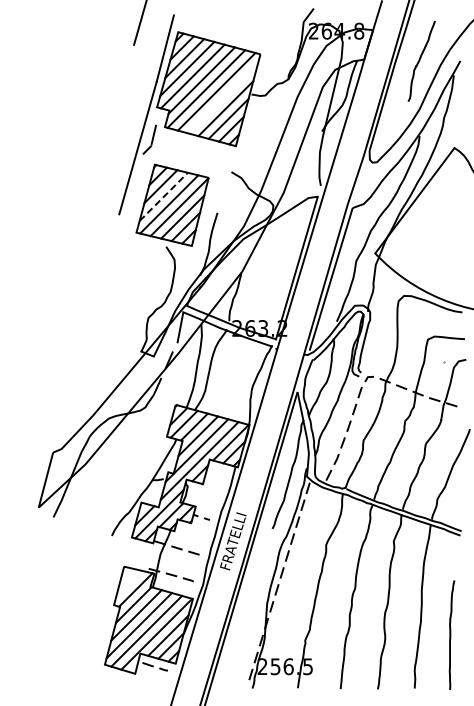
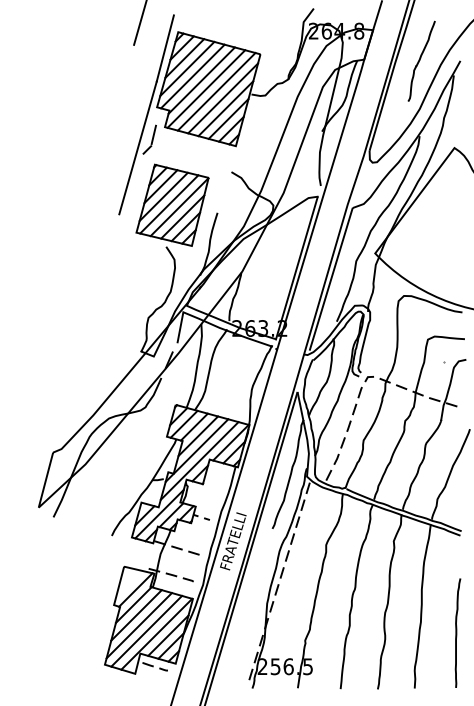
line at (223, 98): none -> present
line at (164, 196): dashed -> solid
curve at (451, 634) position: (451, 634) -> (457, 632)
